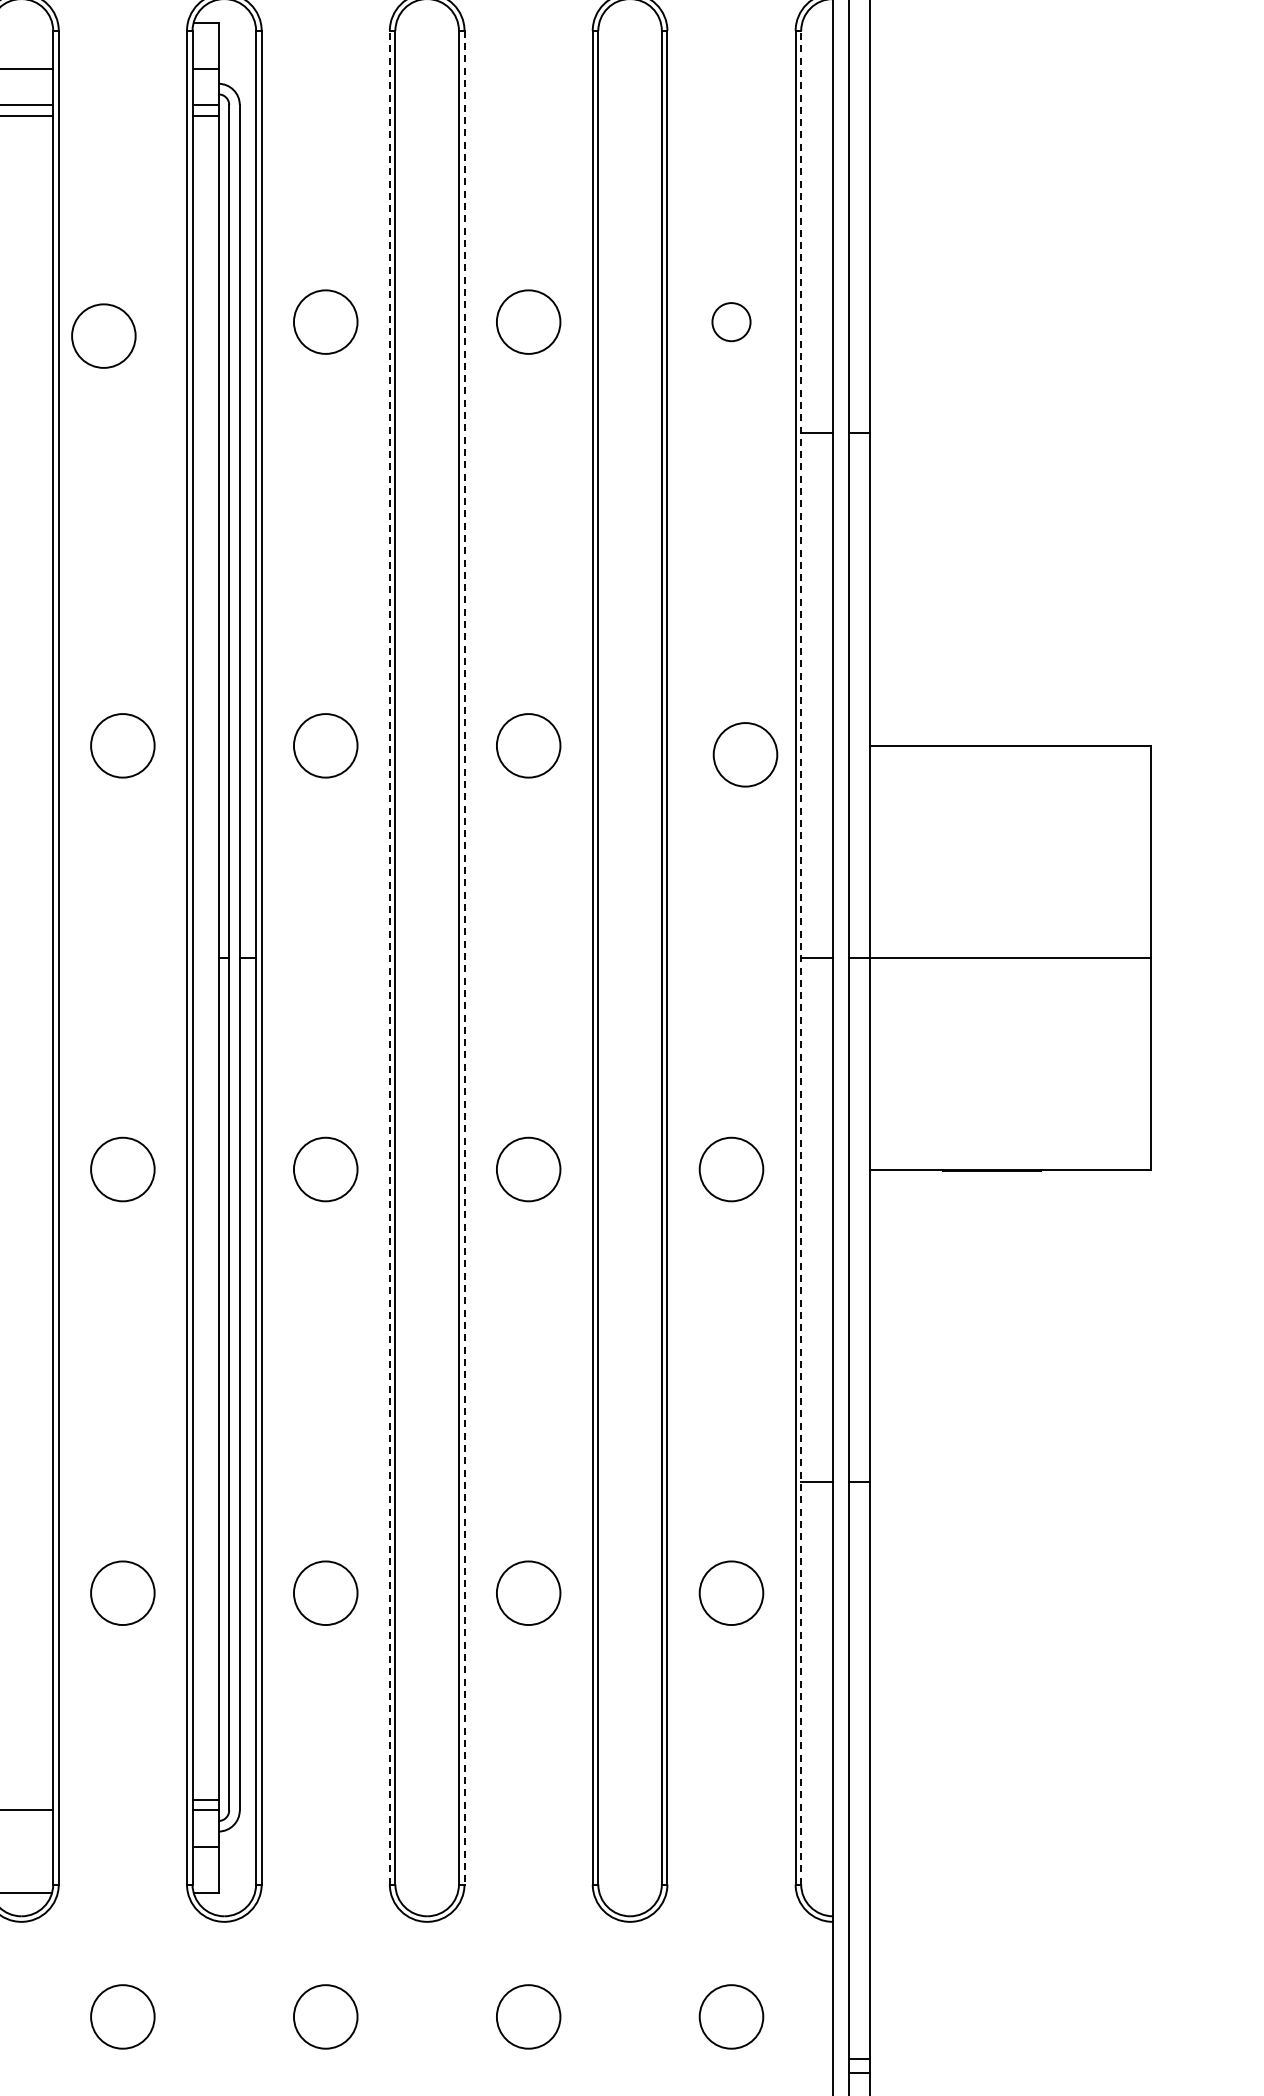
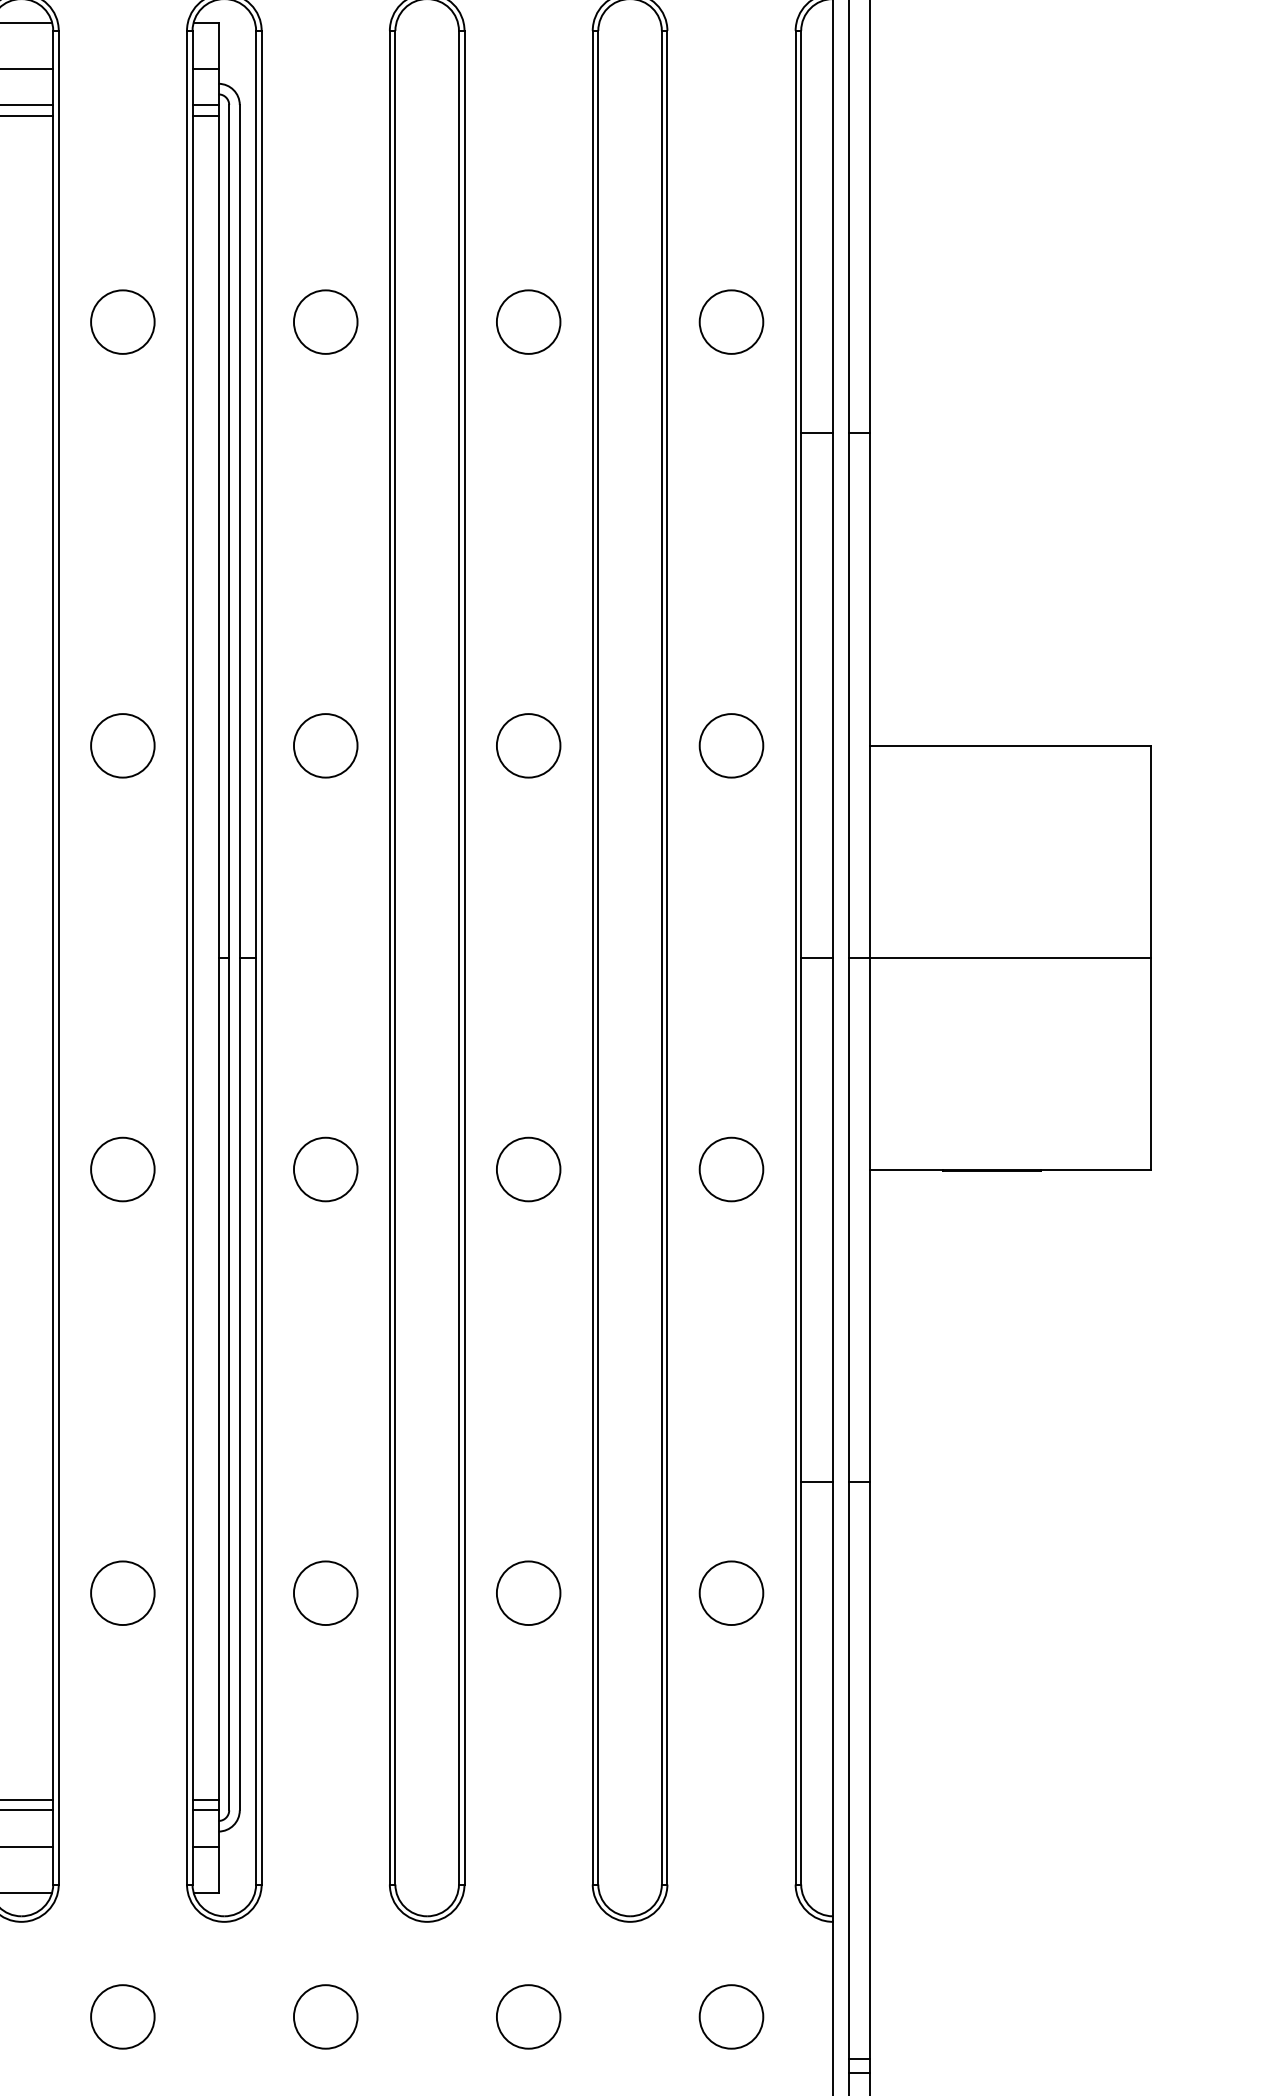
line at (27, 22): none -> present
circle at (731, 322) diameter: 38 px -> 64 px
circle at (103, 335) position: (103, 335) -> (122, 321)
circle at (745, 754) position: (745, 754) -> (731, 745)
line at (389, 957): dashed -> solid
line at (464, 957): dashed -> solid
line at (801, 957): dashed -> solid
line at (27, 1799): none -> present
line at (27, 1846): none -> present
